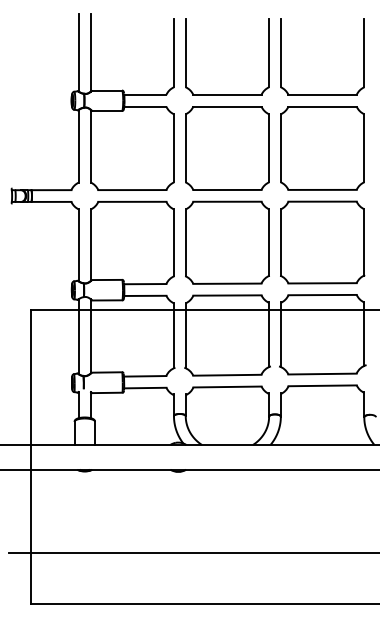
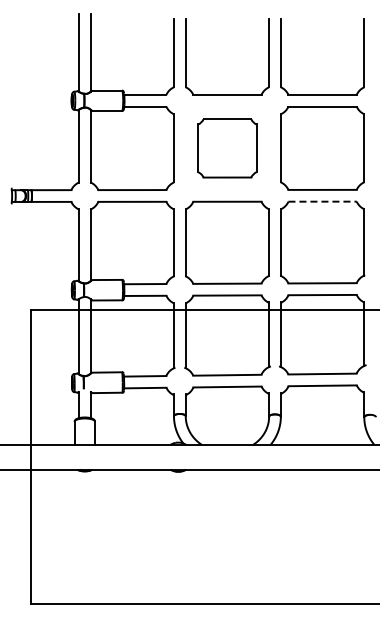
part at (227, 148) size: 85x85 px -> 61x61 px
line at (323, 201): solid -> dashed
line at (192, 552): present -> none
